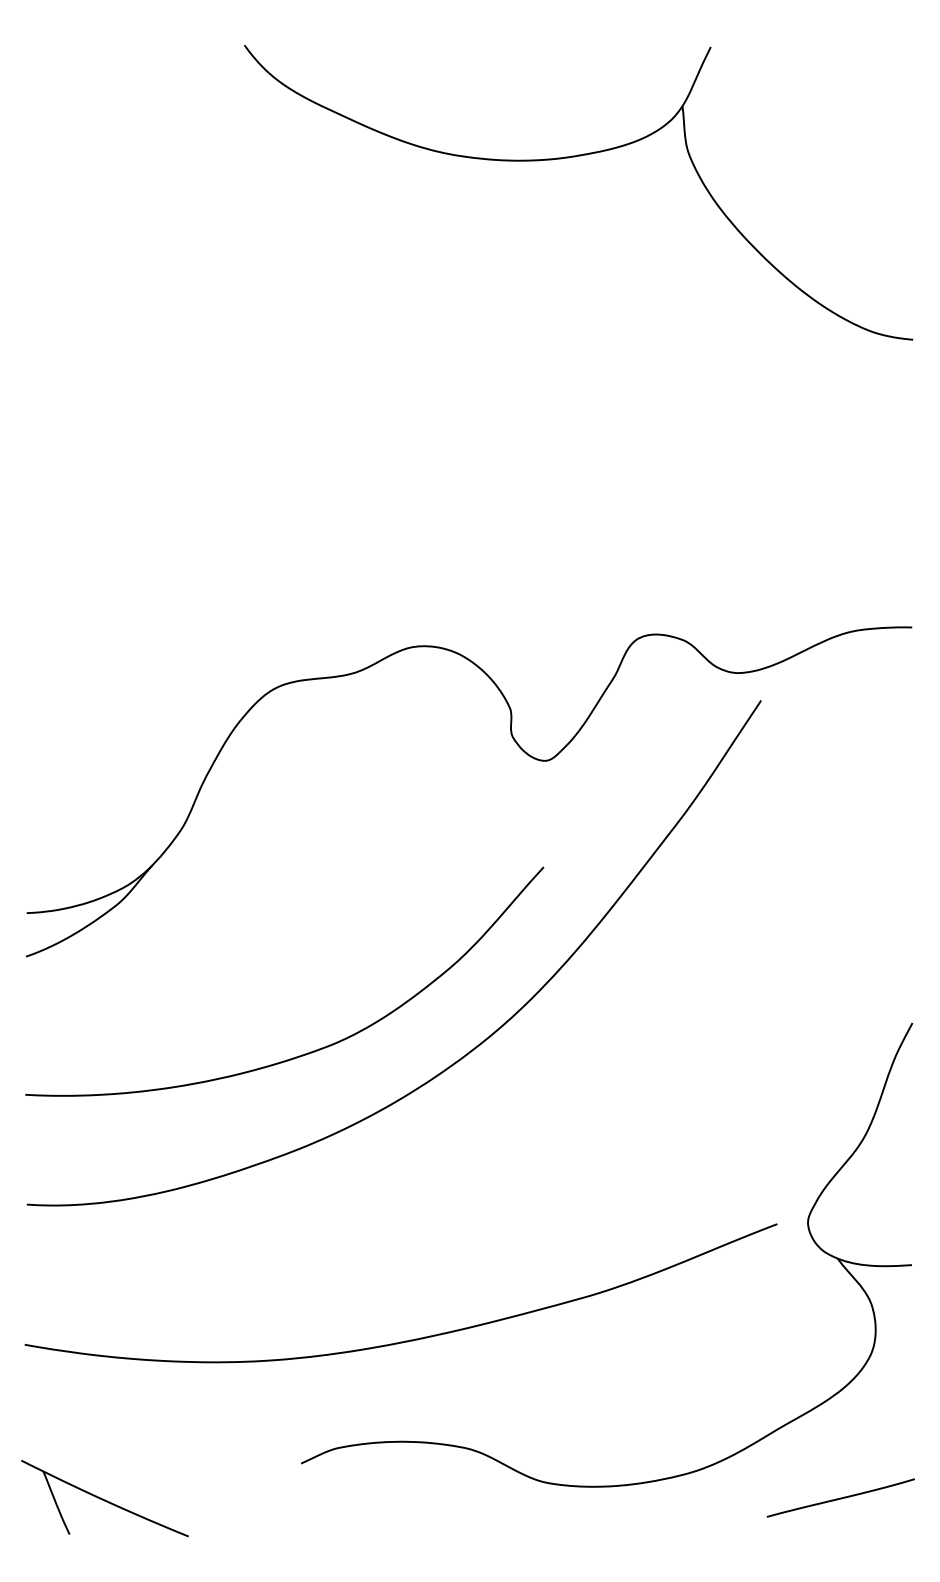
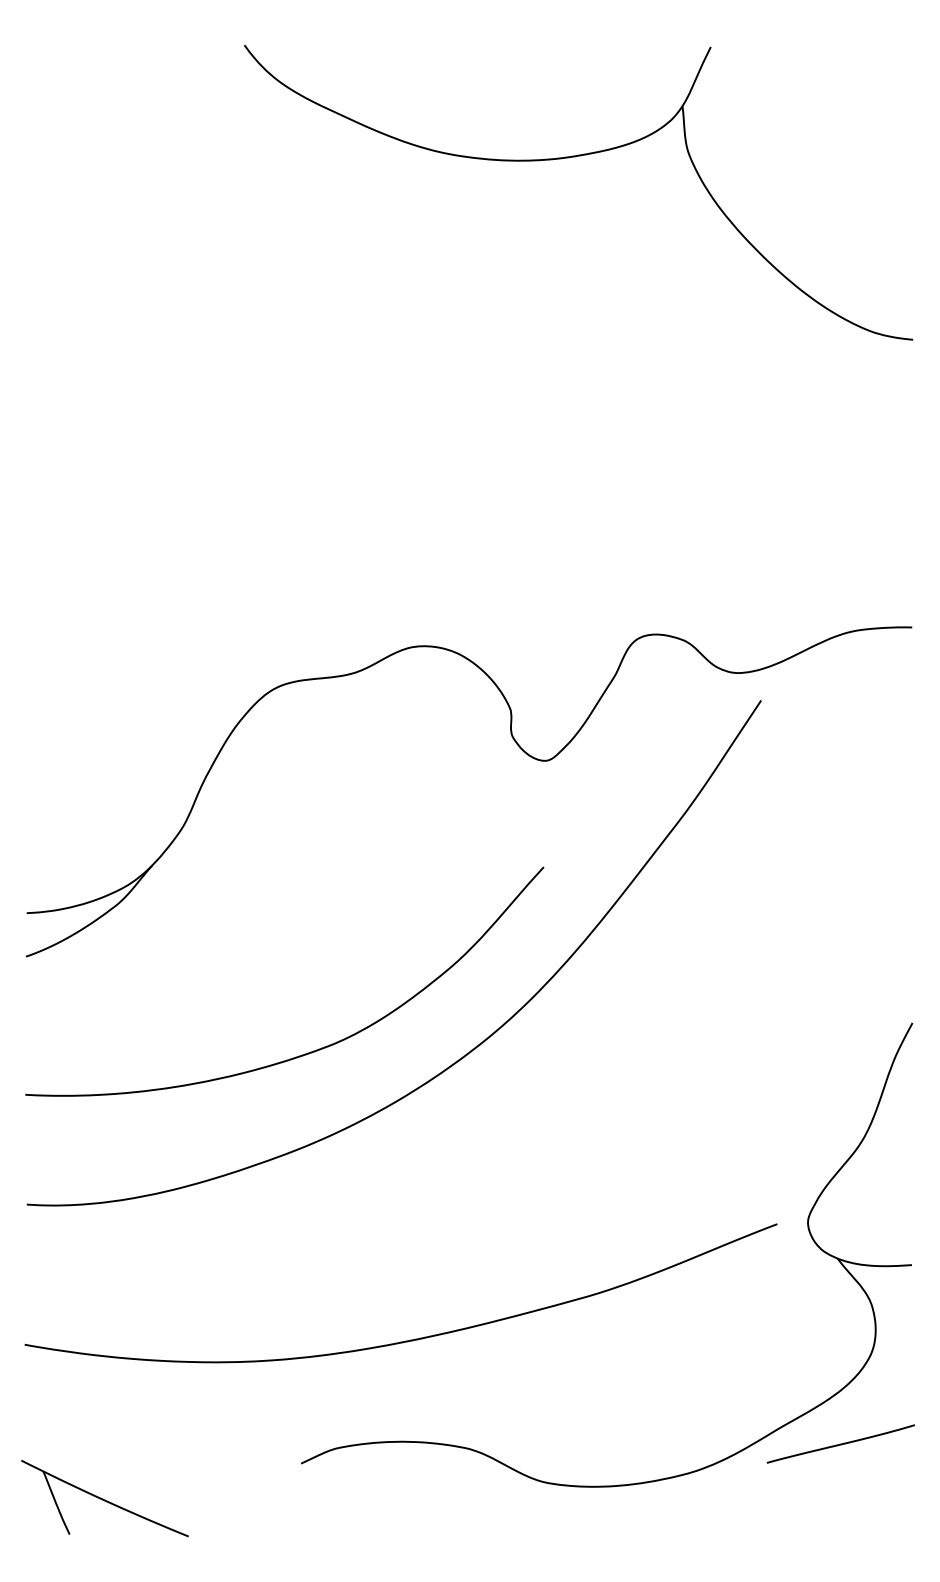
curve at (840, 1497) position: (840, 1497) -> (840, 1443)
